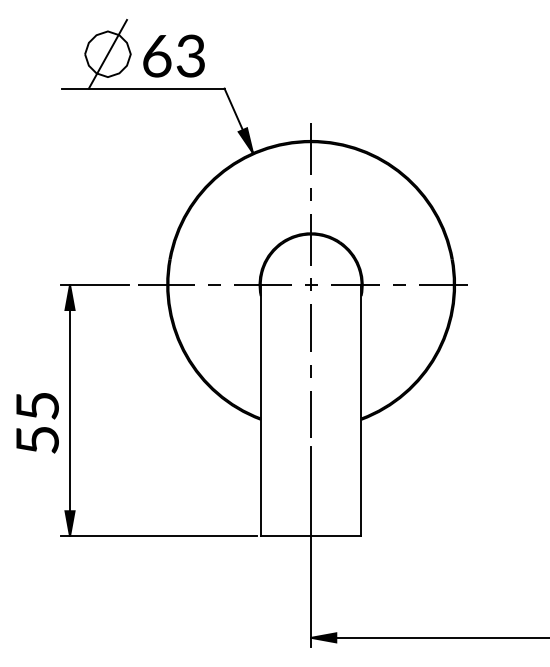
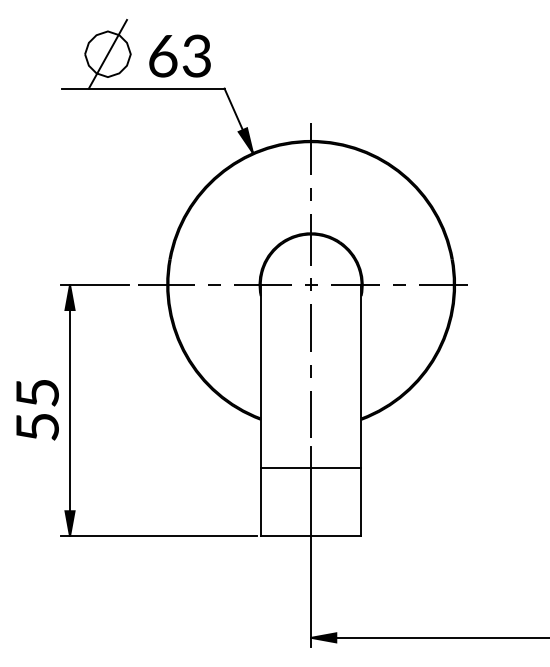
text at (173, 55) position: (173, 55) -> (179, 55)
text at (37, 423) position: (37, 423) -> (37, 410)
line at (310, 467): none -> present
